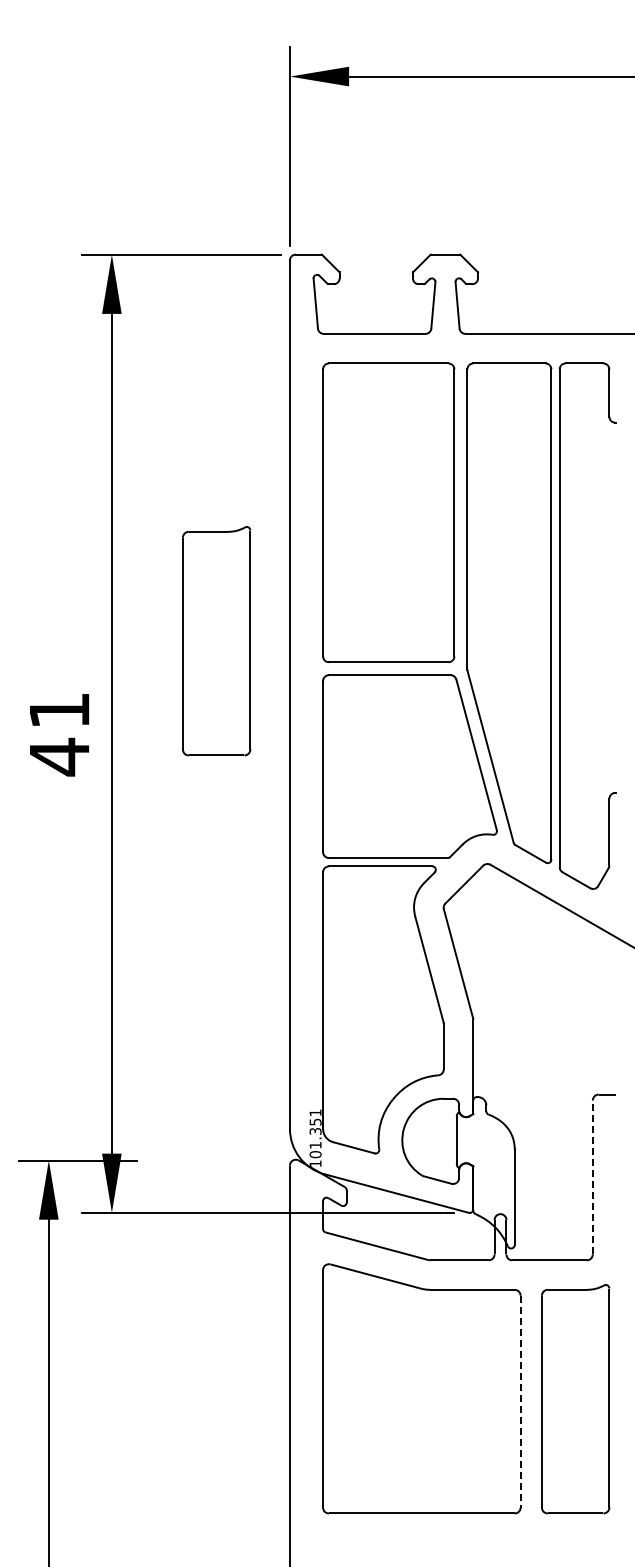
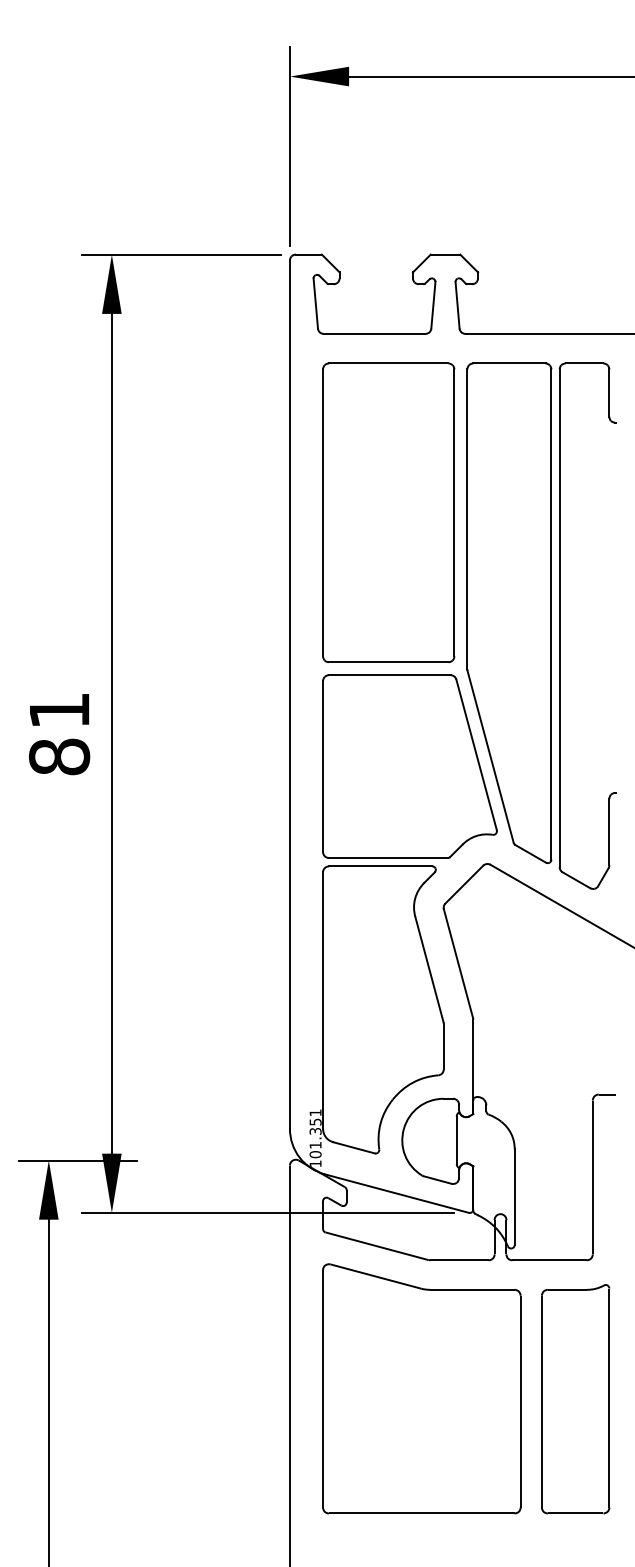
part at (216, 641): present -> none
text at (59, 756): 41 -> 81
line at (592, 1177): dashed -> solid
line at (520, 1401): dashed -> solid
